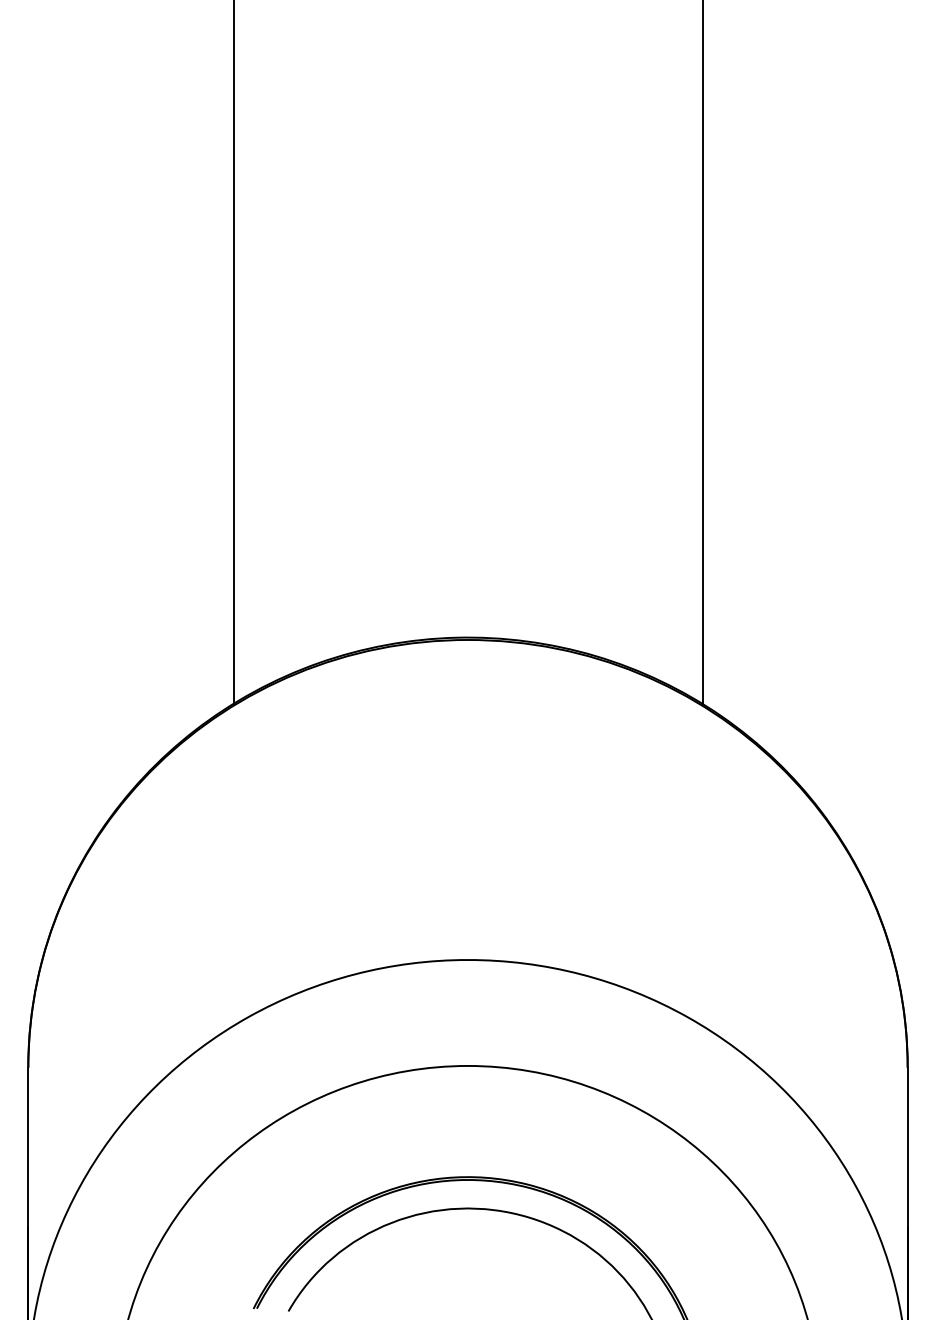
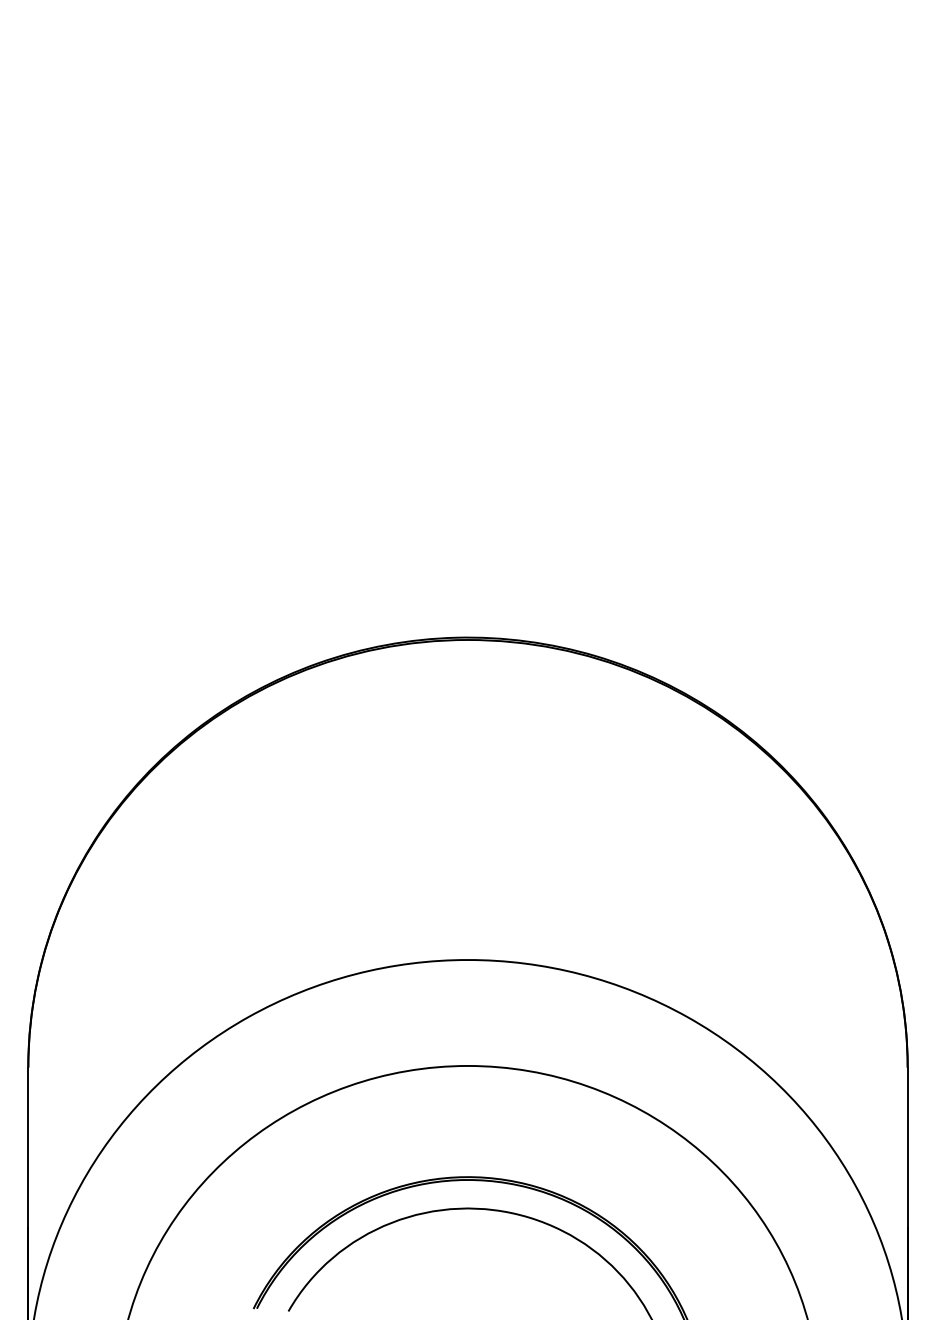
line at (233, 352): present -> none
line at (702, 352): present -> none
